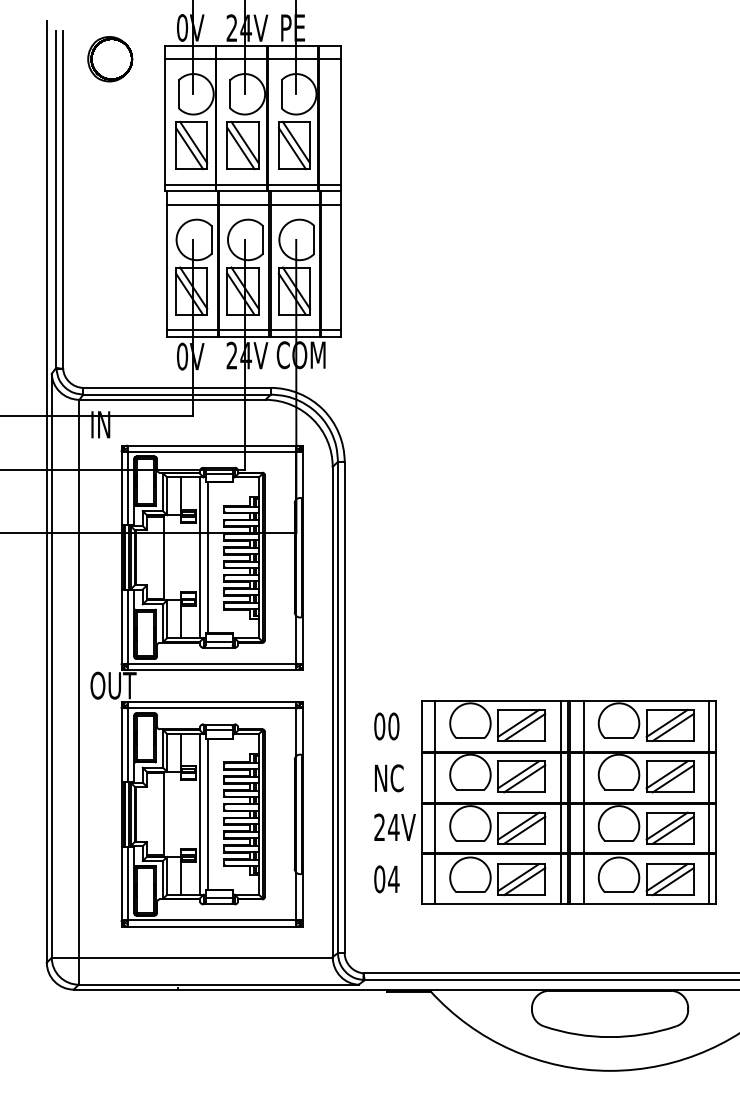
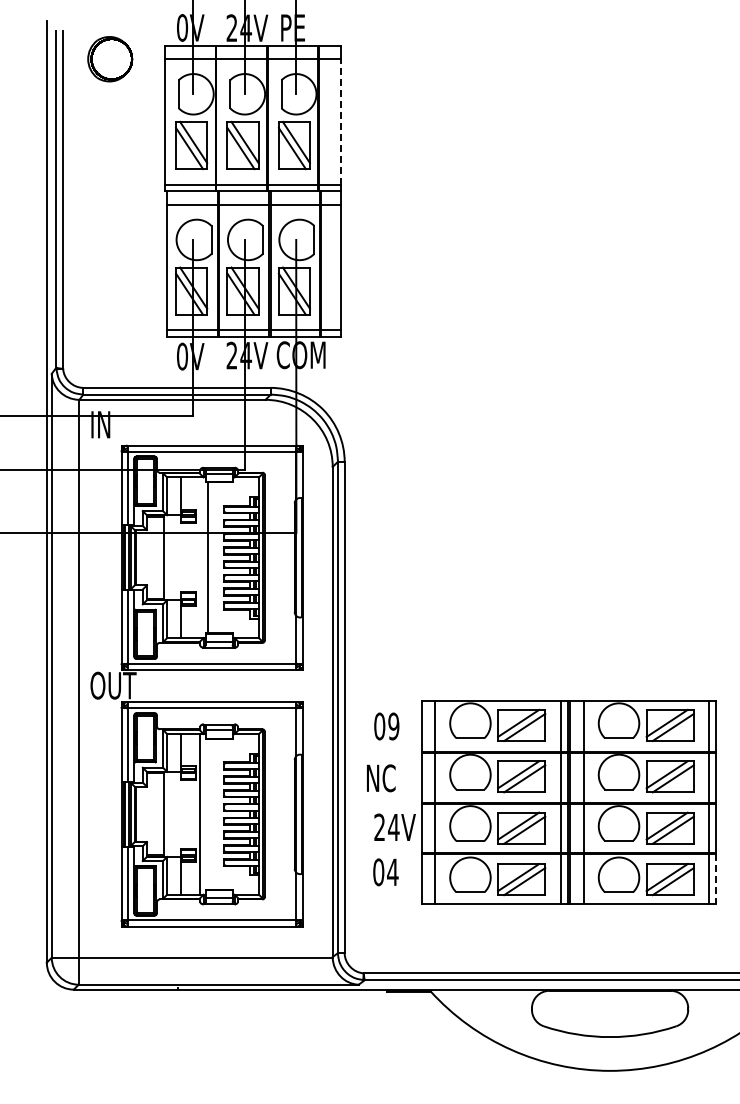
line at (341, 121): solid -> dashed
line at (200, 557): present -> none
text at (393, 726): 00 -> 09
text at (389, 778) position: (389, 778) -> (381, 778)
line at (208, 814): present -> none
line at (716, 878): solid -> dashed
text at (386, 879) position: (386, 879) -> (385, 872)
